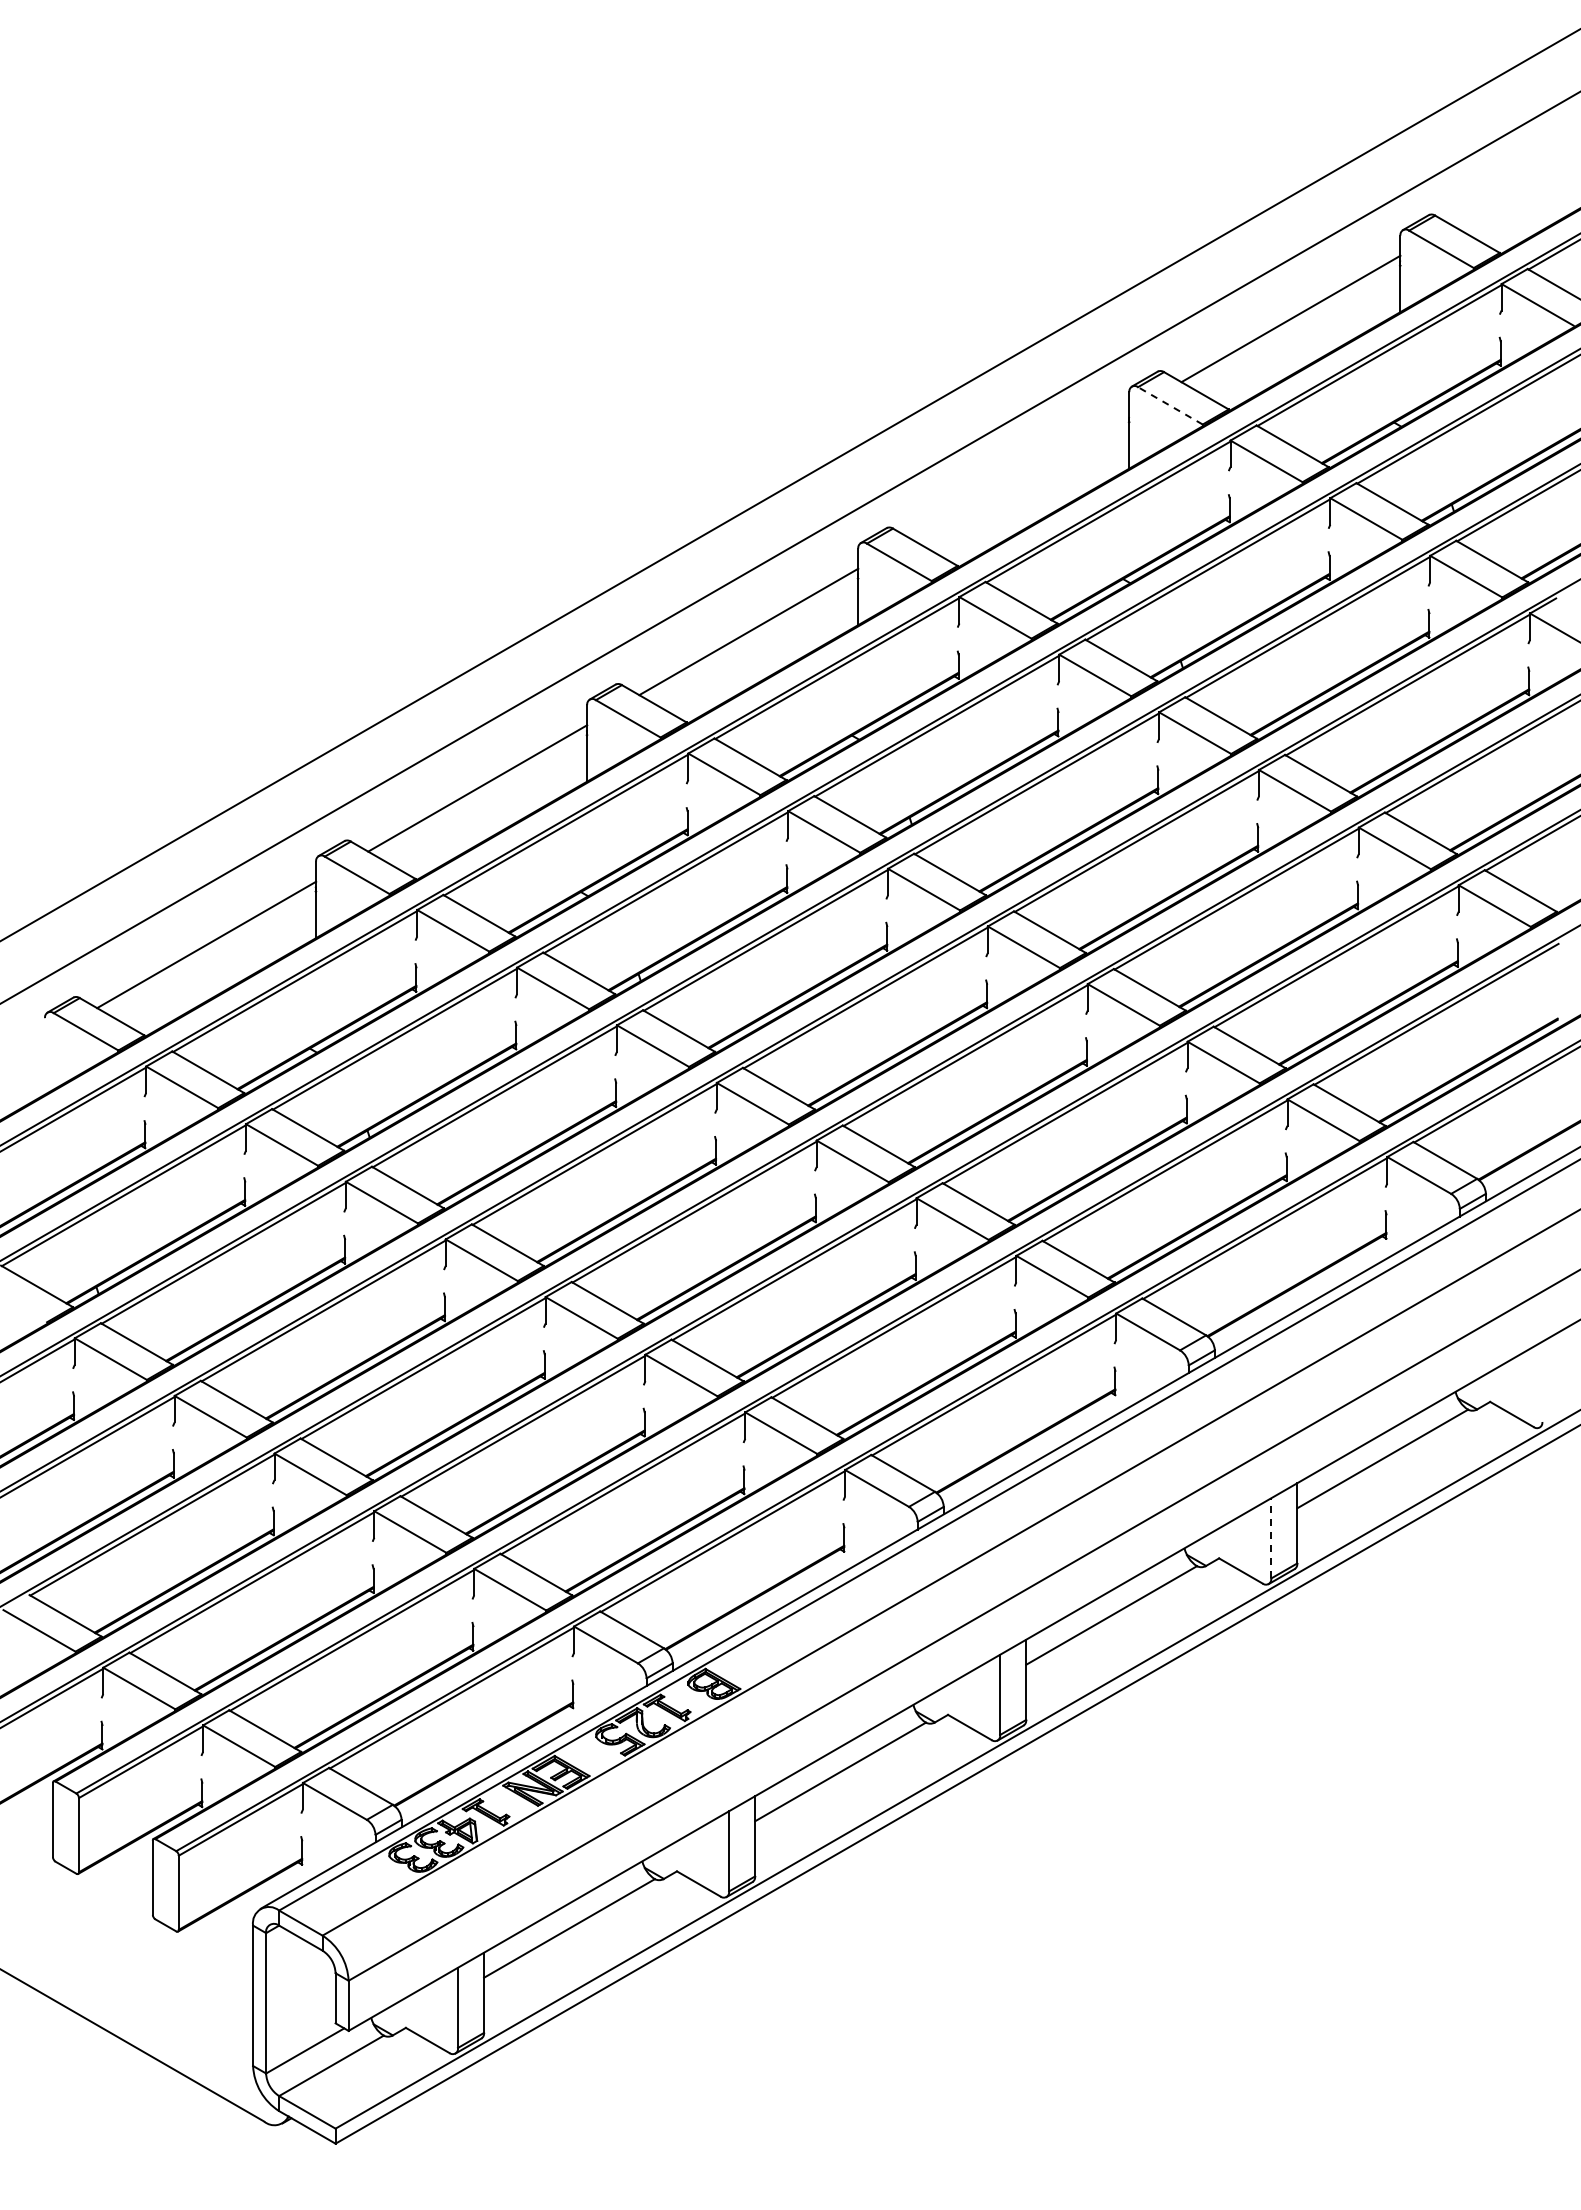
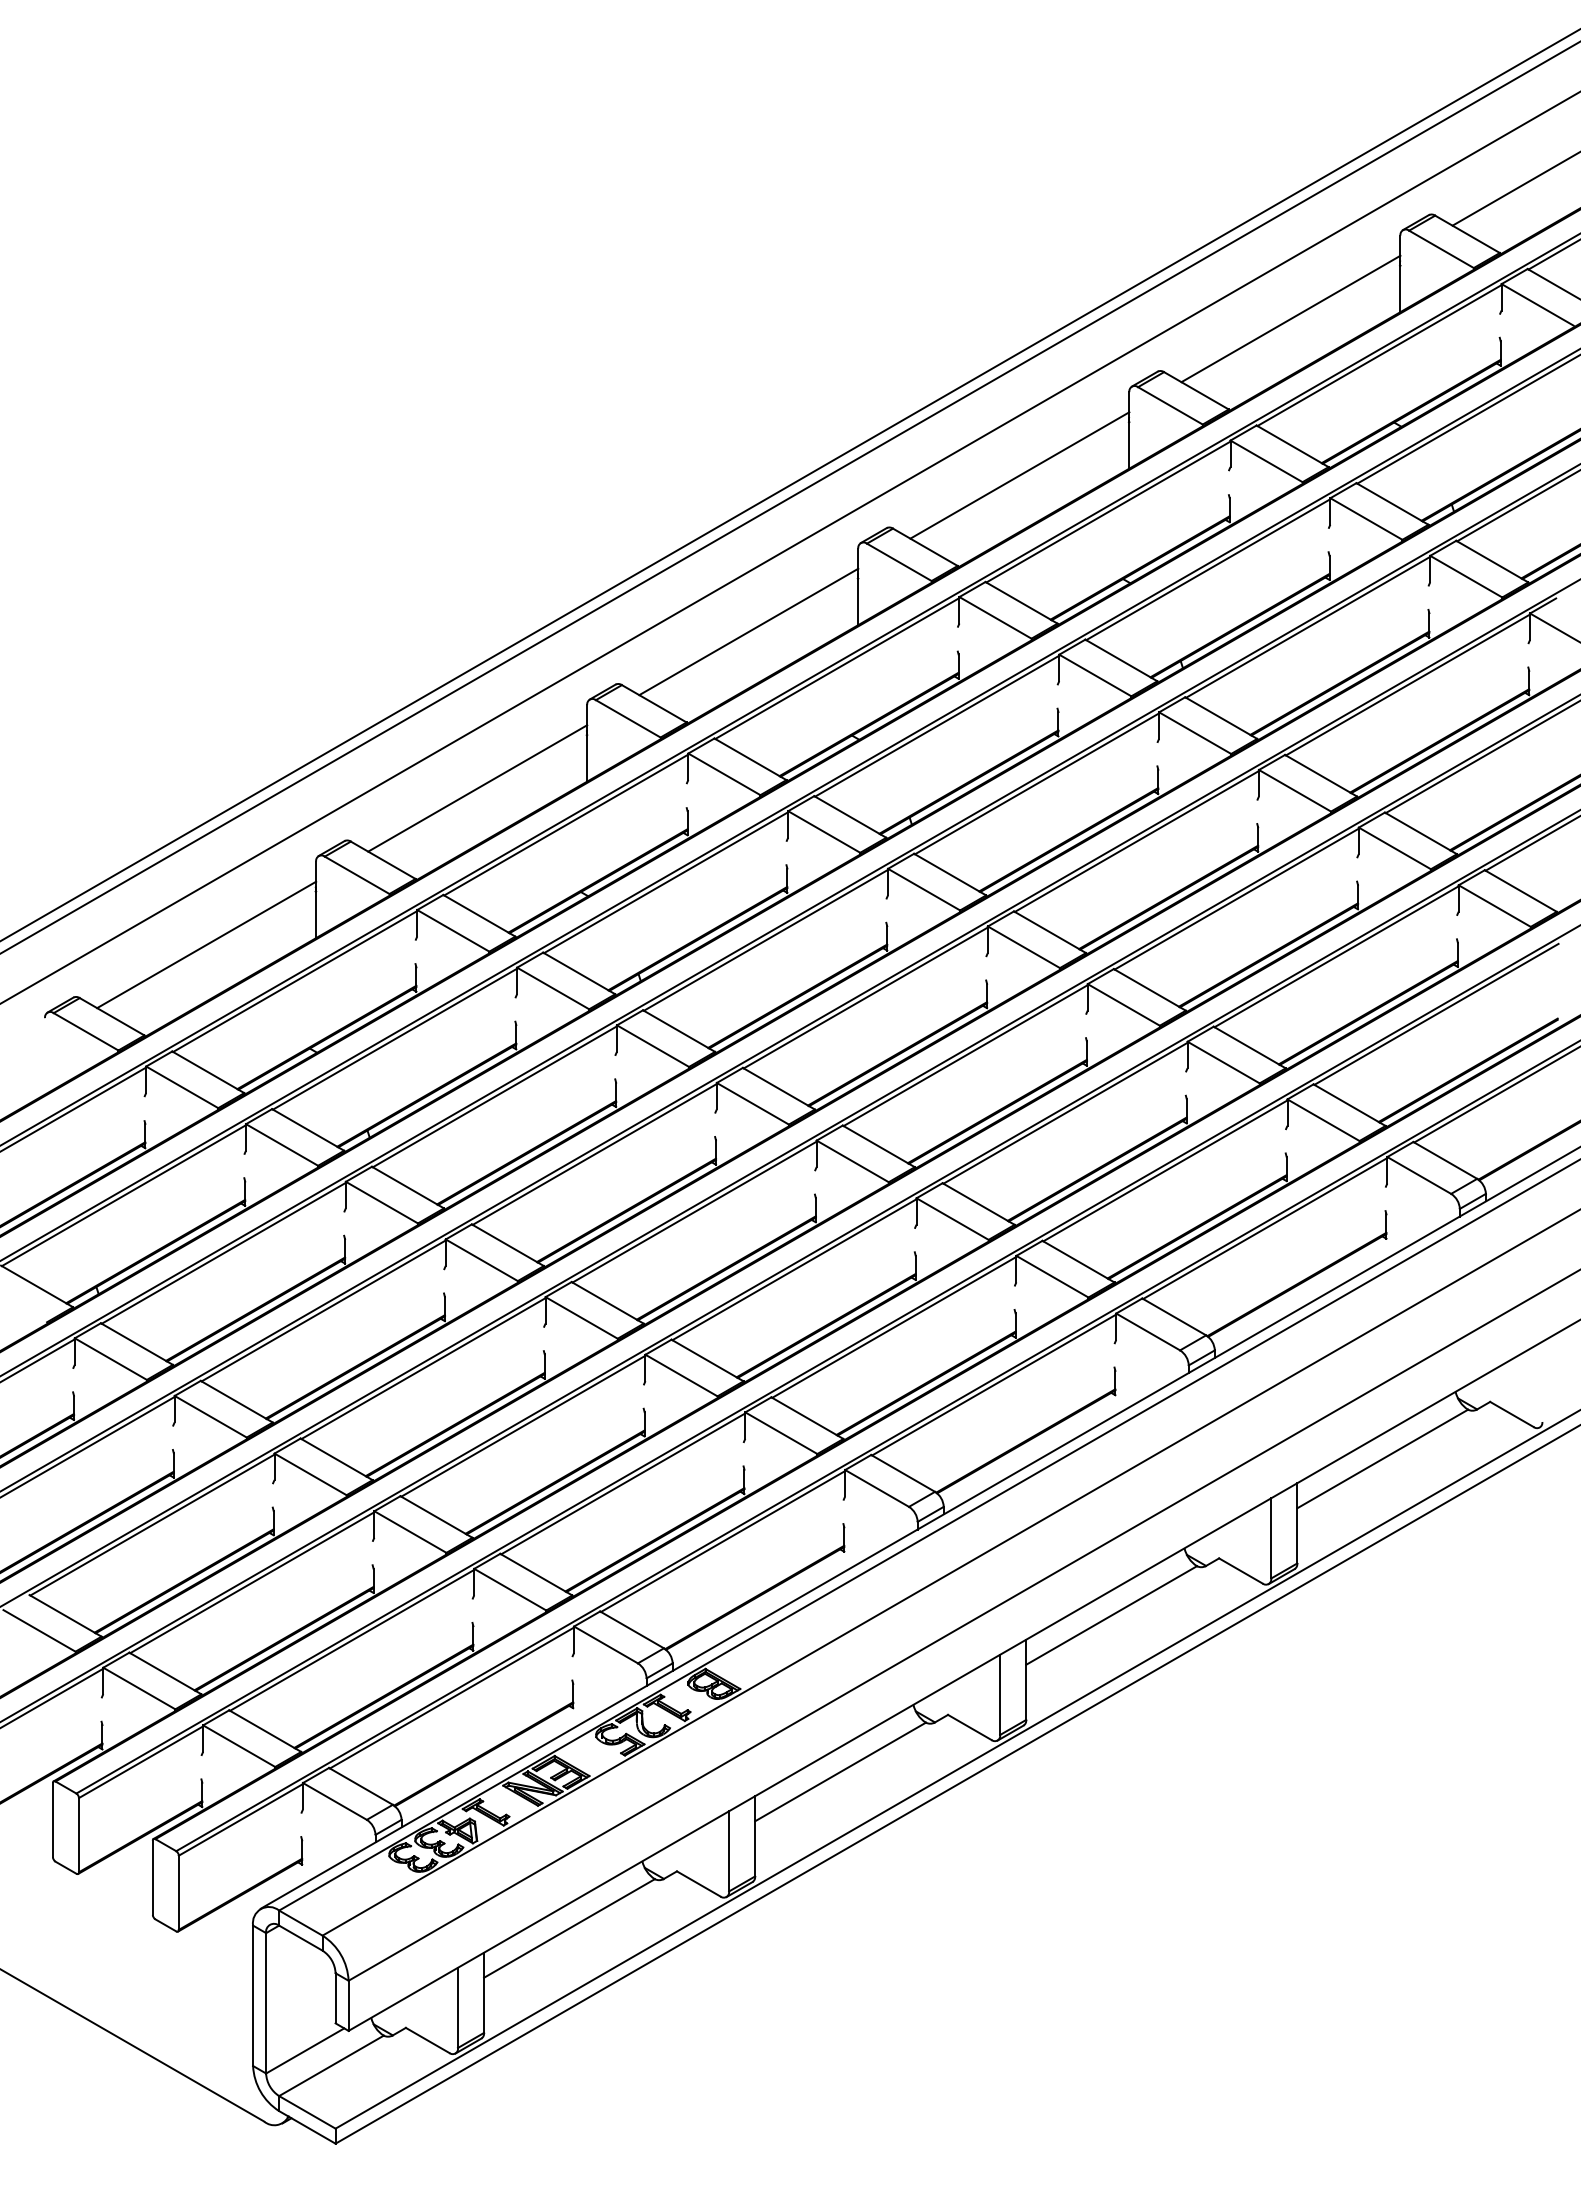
line at (1514, 189): none -> present
line at (1169, 405): dashed -> solid
line at (1019, 475): none -> present
line at (789, 497): none -> present
line at (1271, 1537): dashed -> solid
